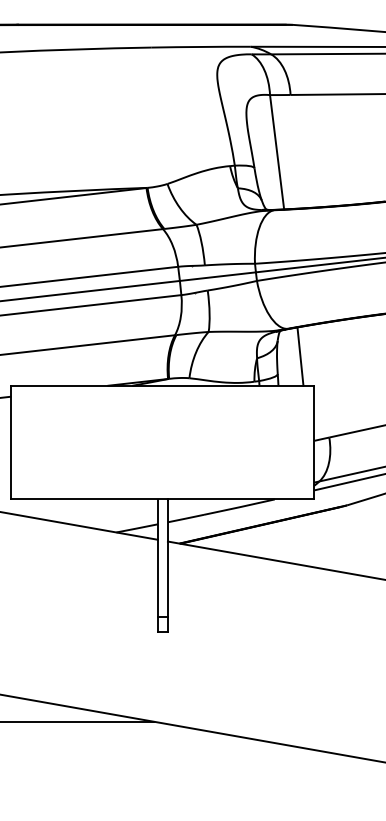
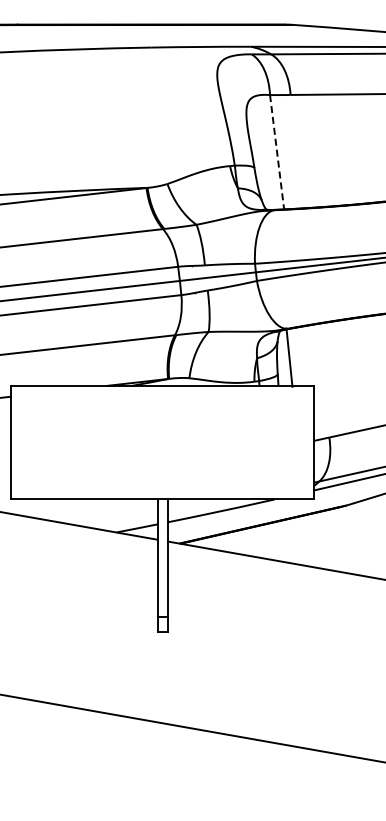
line at (277, 152): solid -> dashed
line at (300, 356) position: (300, 356) -> (289, 357)
line at (78, 721): present -> none
